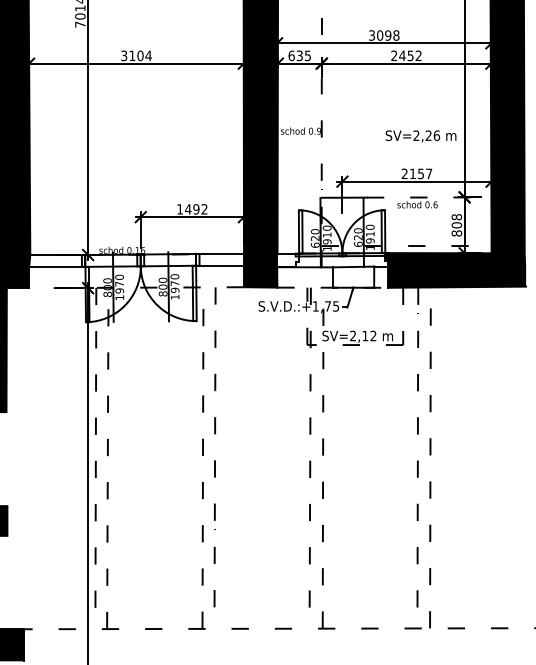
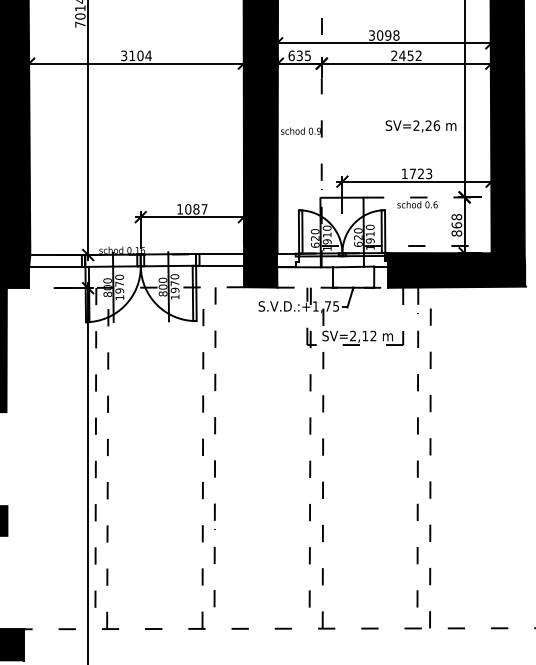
text at (420, 136) position: (420, 136) -> (420, 126)
text at (416, 173): 2157 -> 1723
text at (195, 209): 1492 -> 1087
text at (456, 225): 808 -> 868
